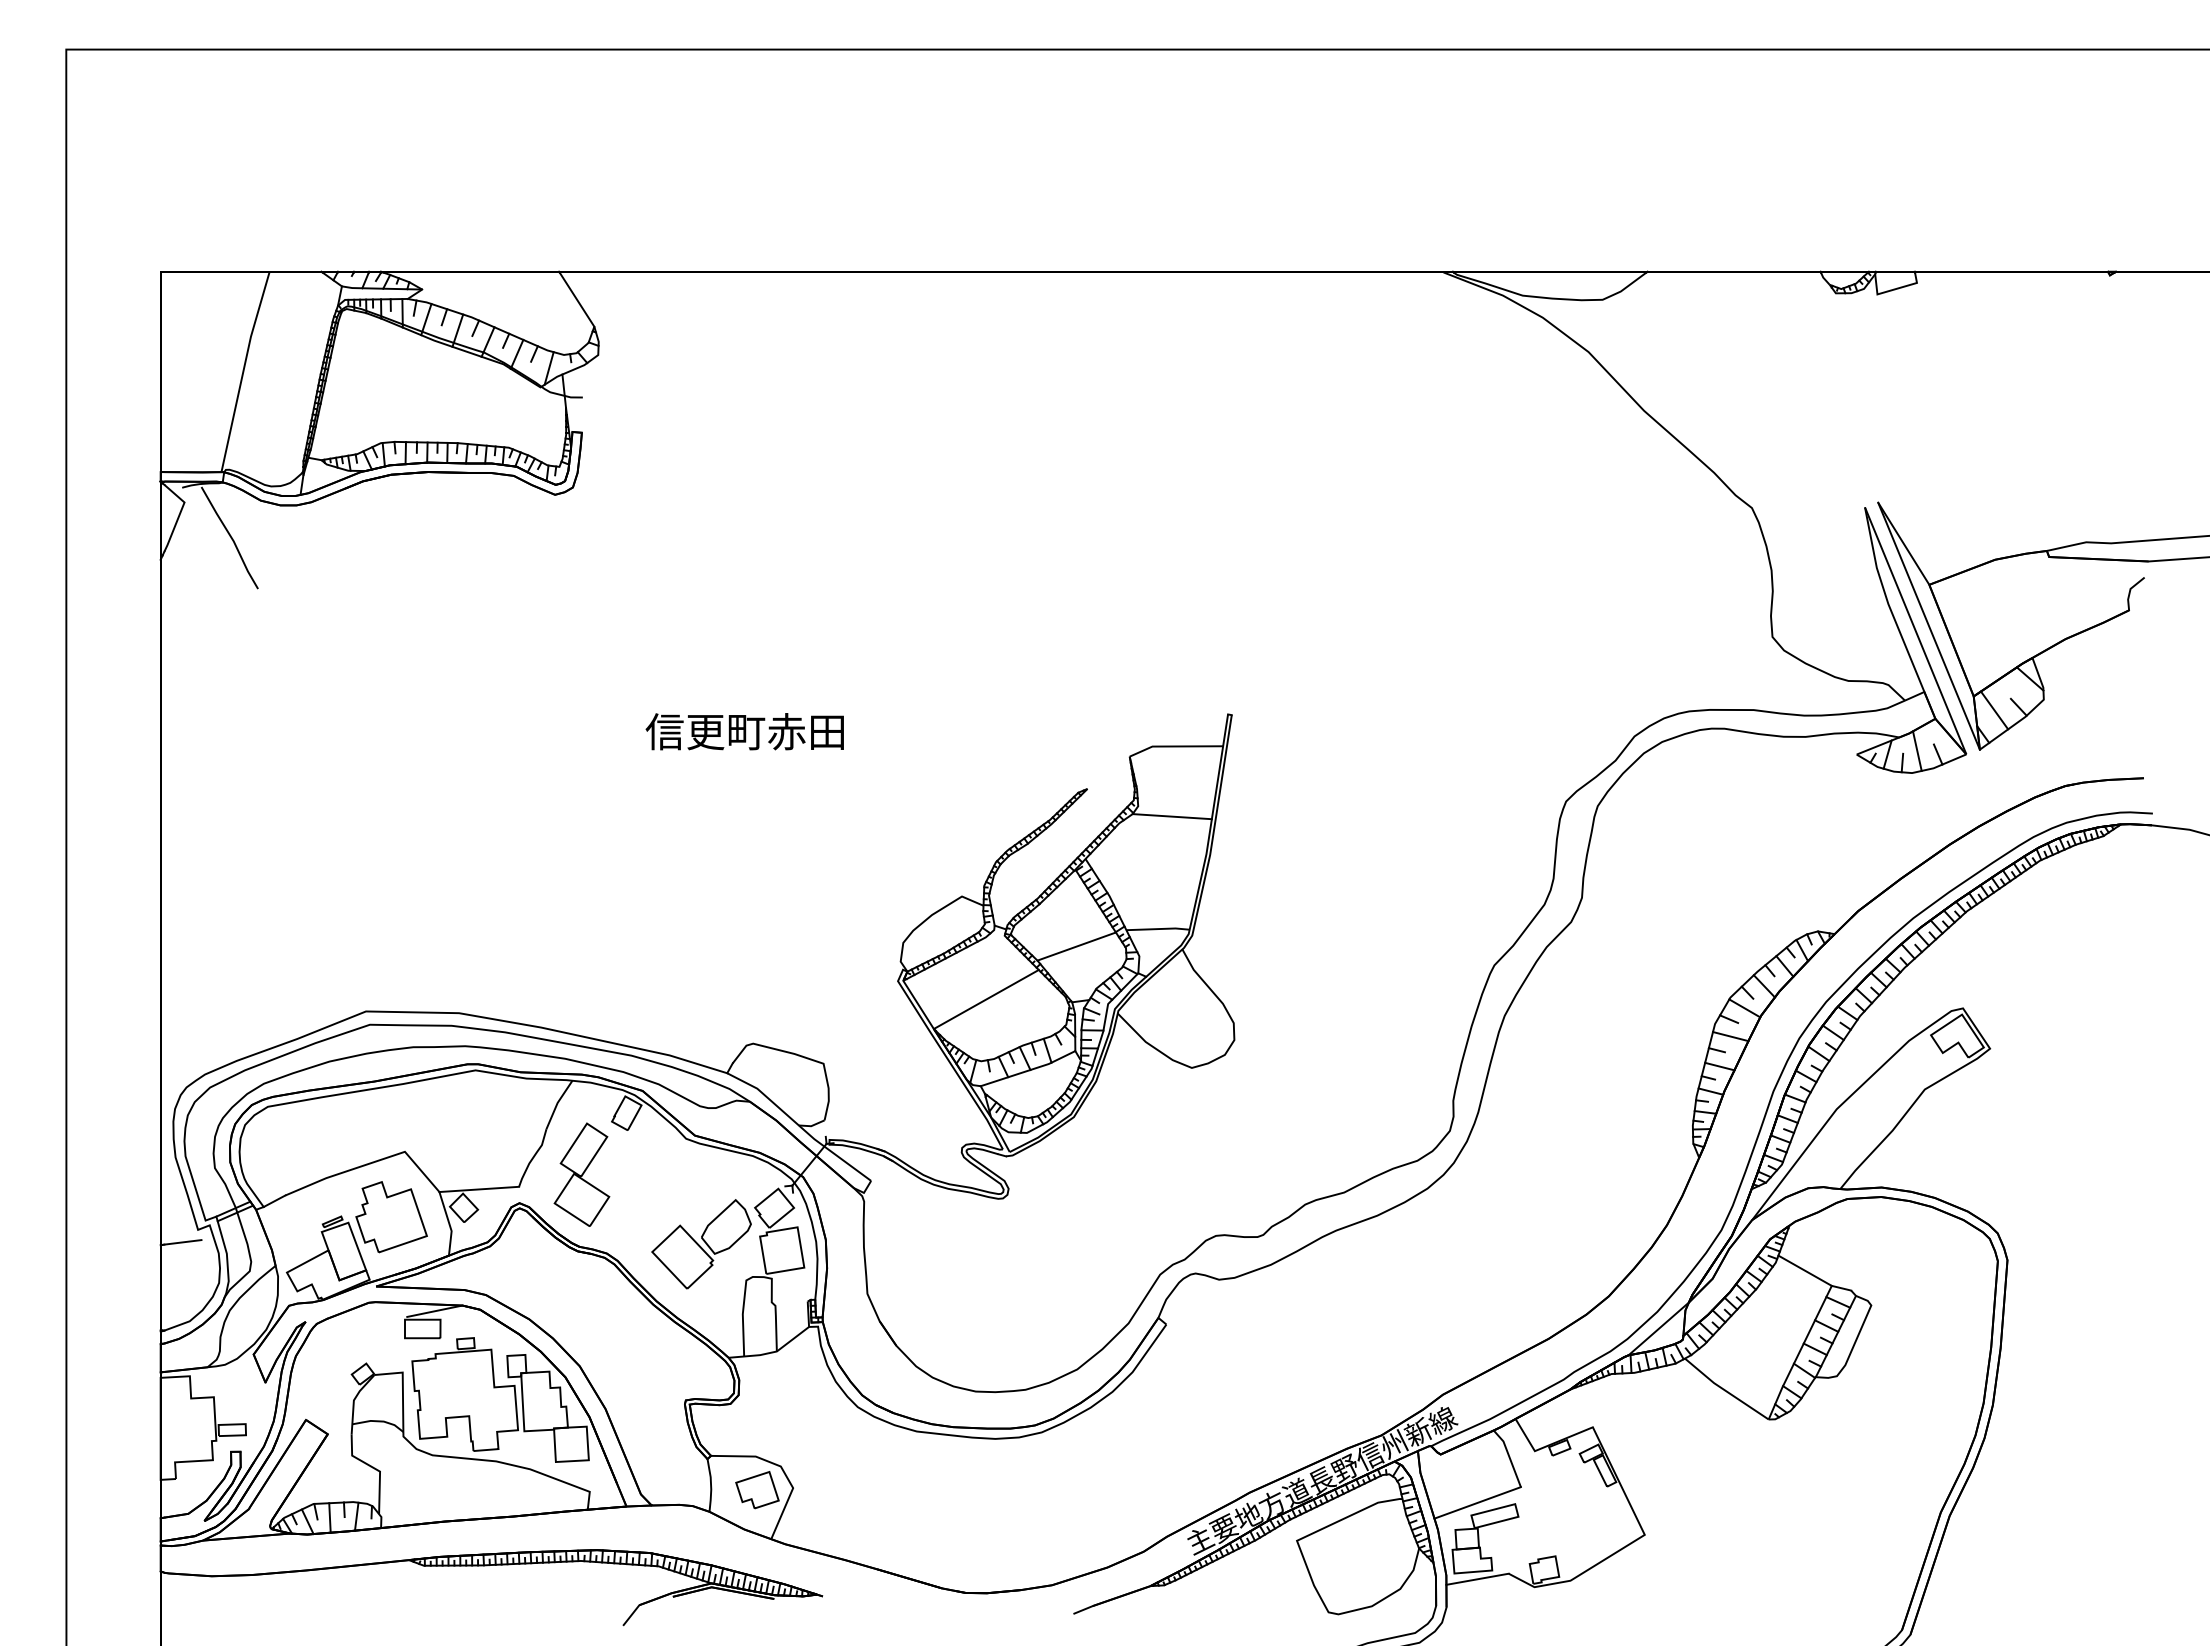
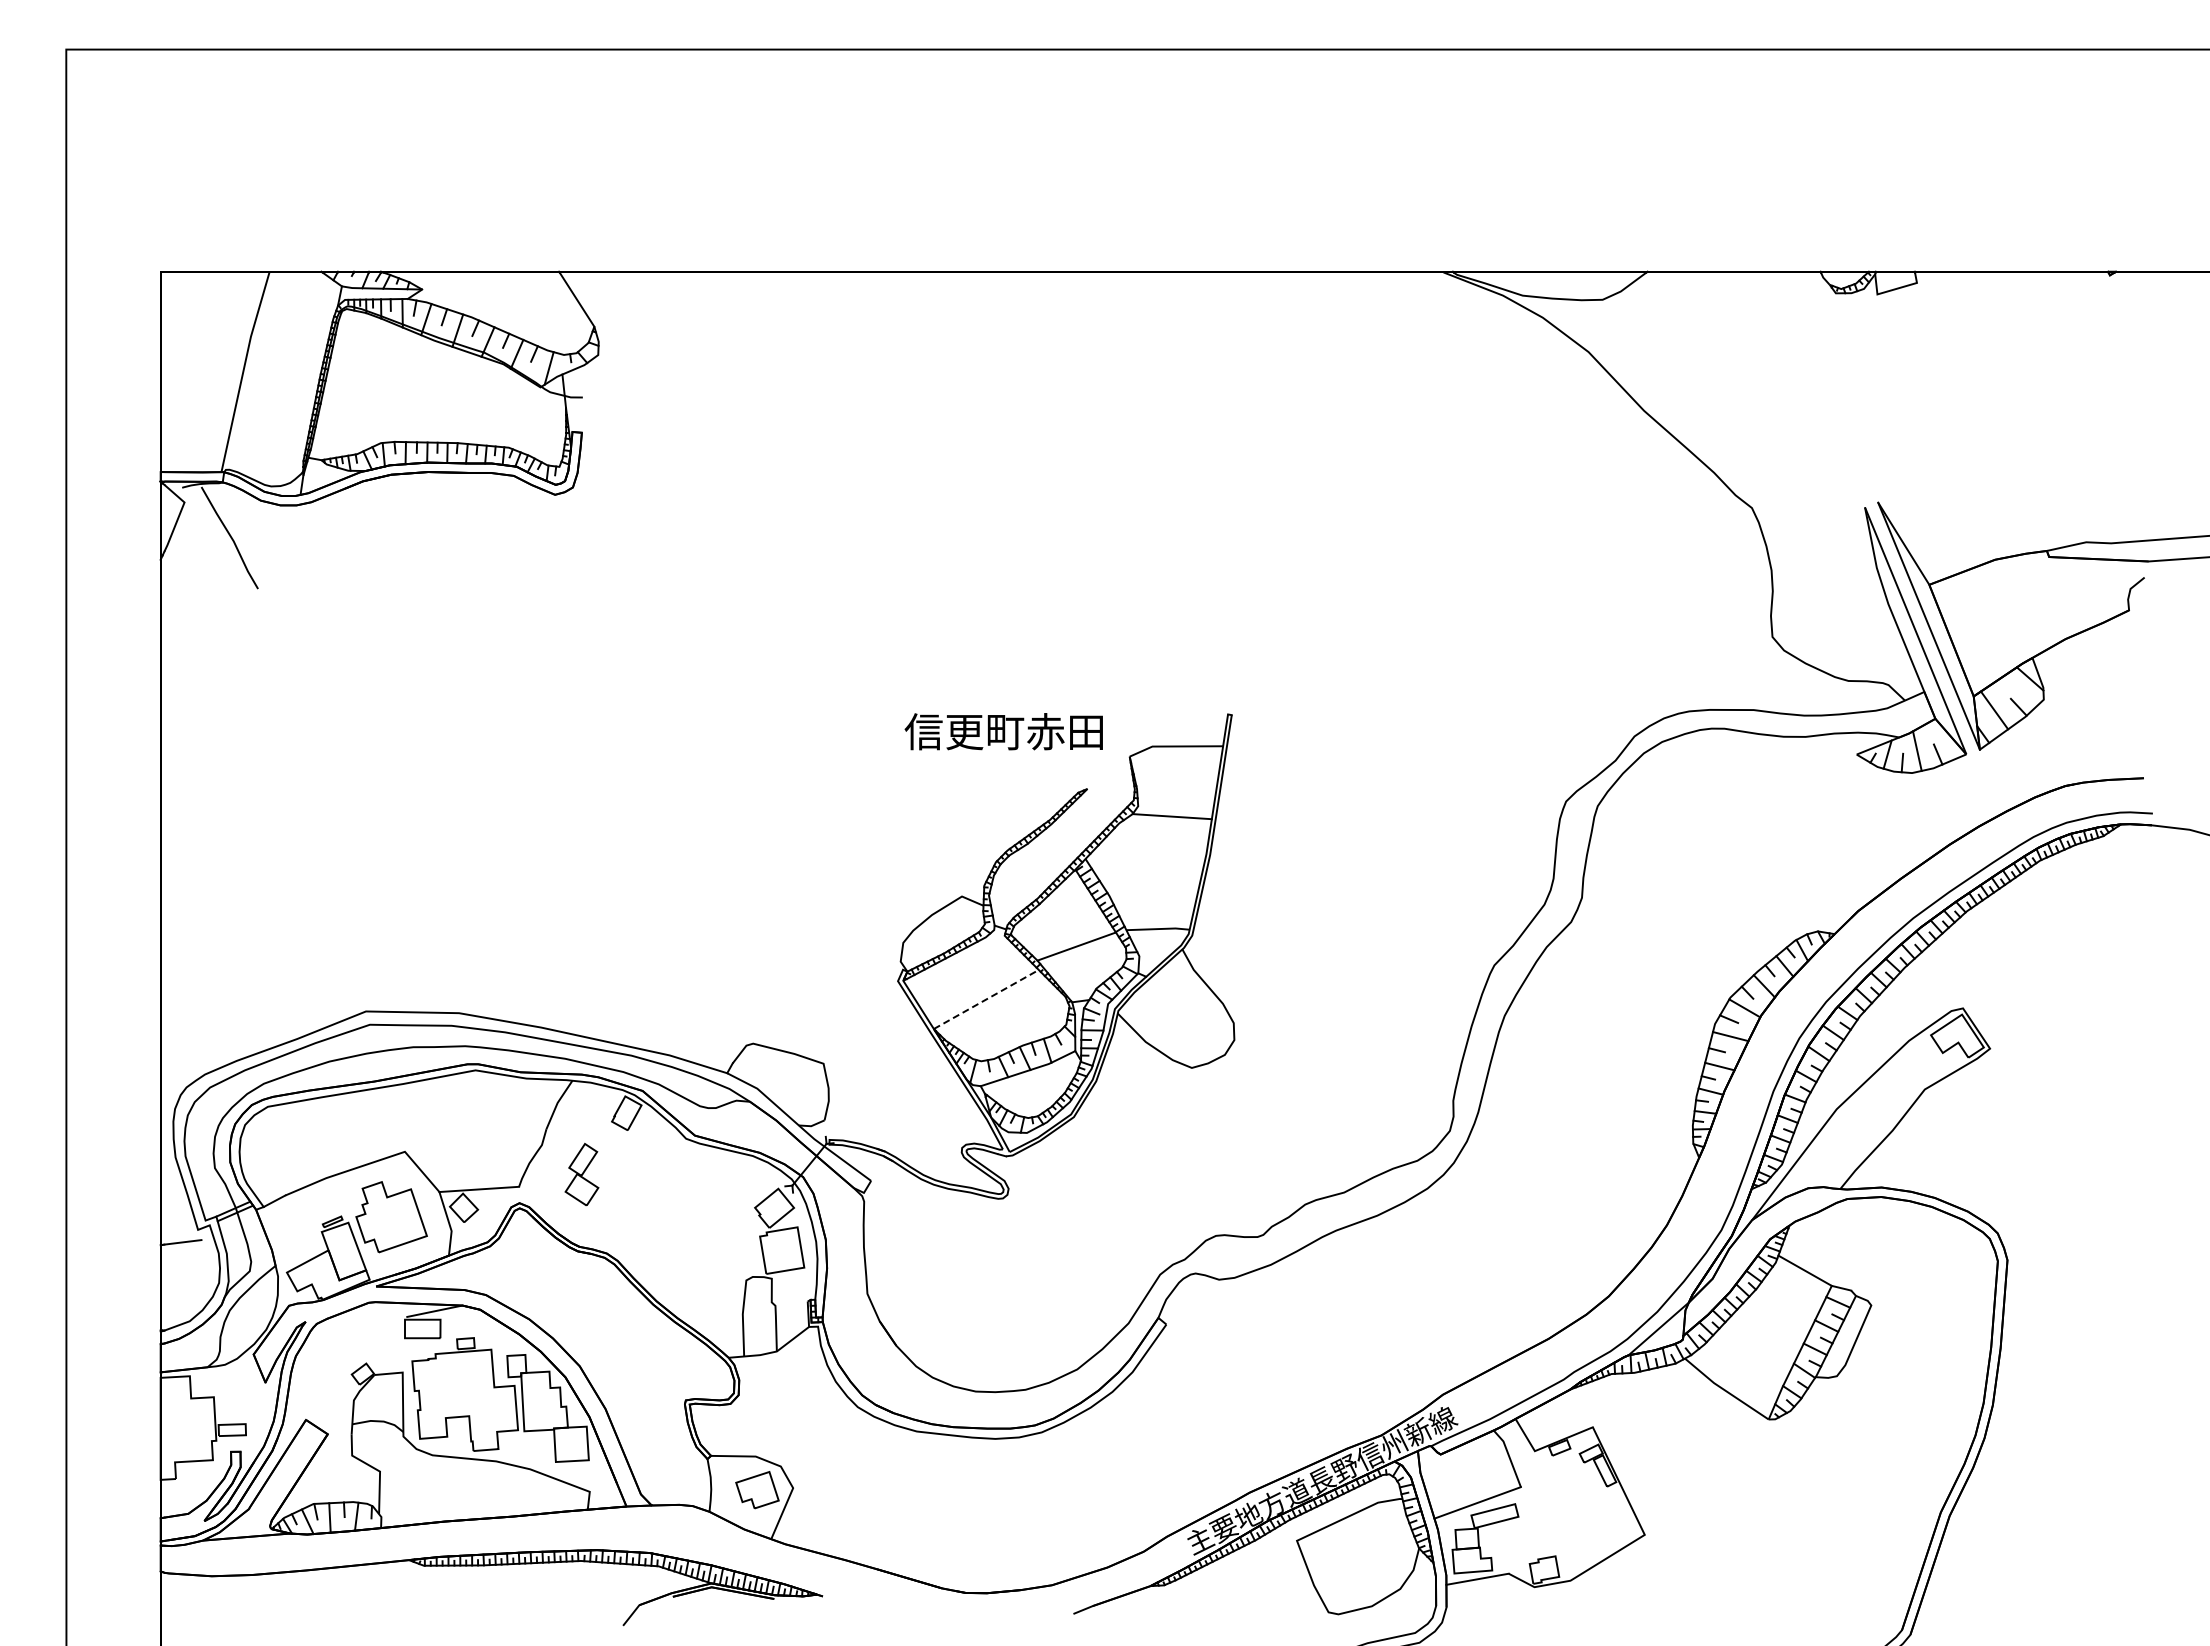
text at (744, 731) position: (744, 731) -> (1003, 731)
line at (986, 999): solid -> dashed
part at (581, 1174) size: 58x105 px -> 36x65 px
part at (701, 1244): present -> none
